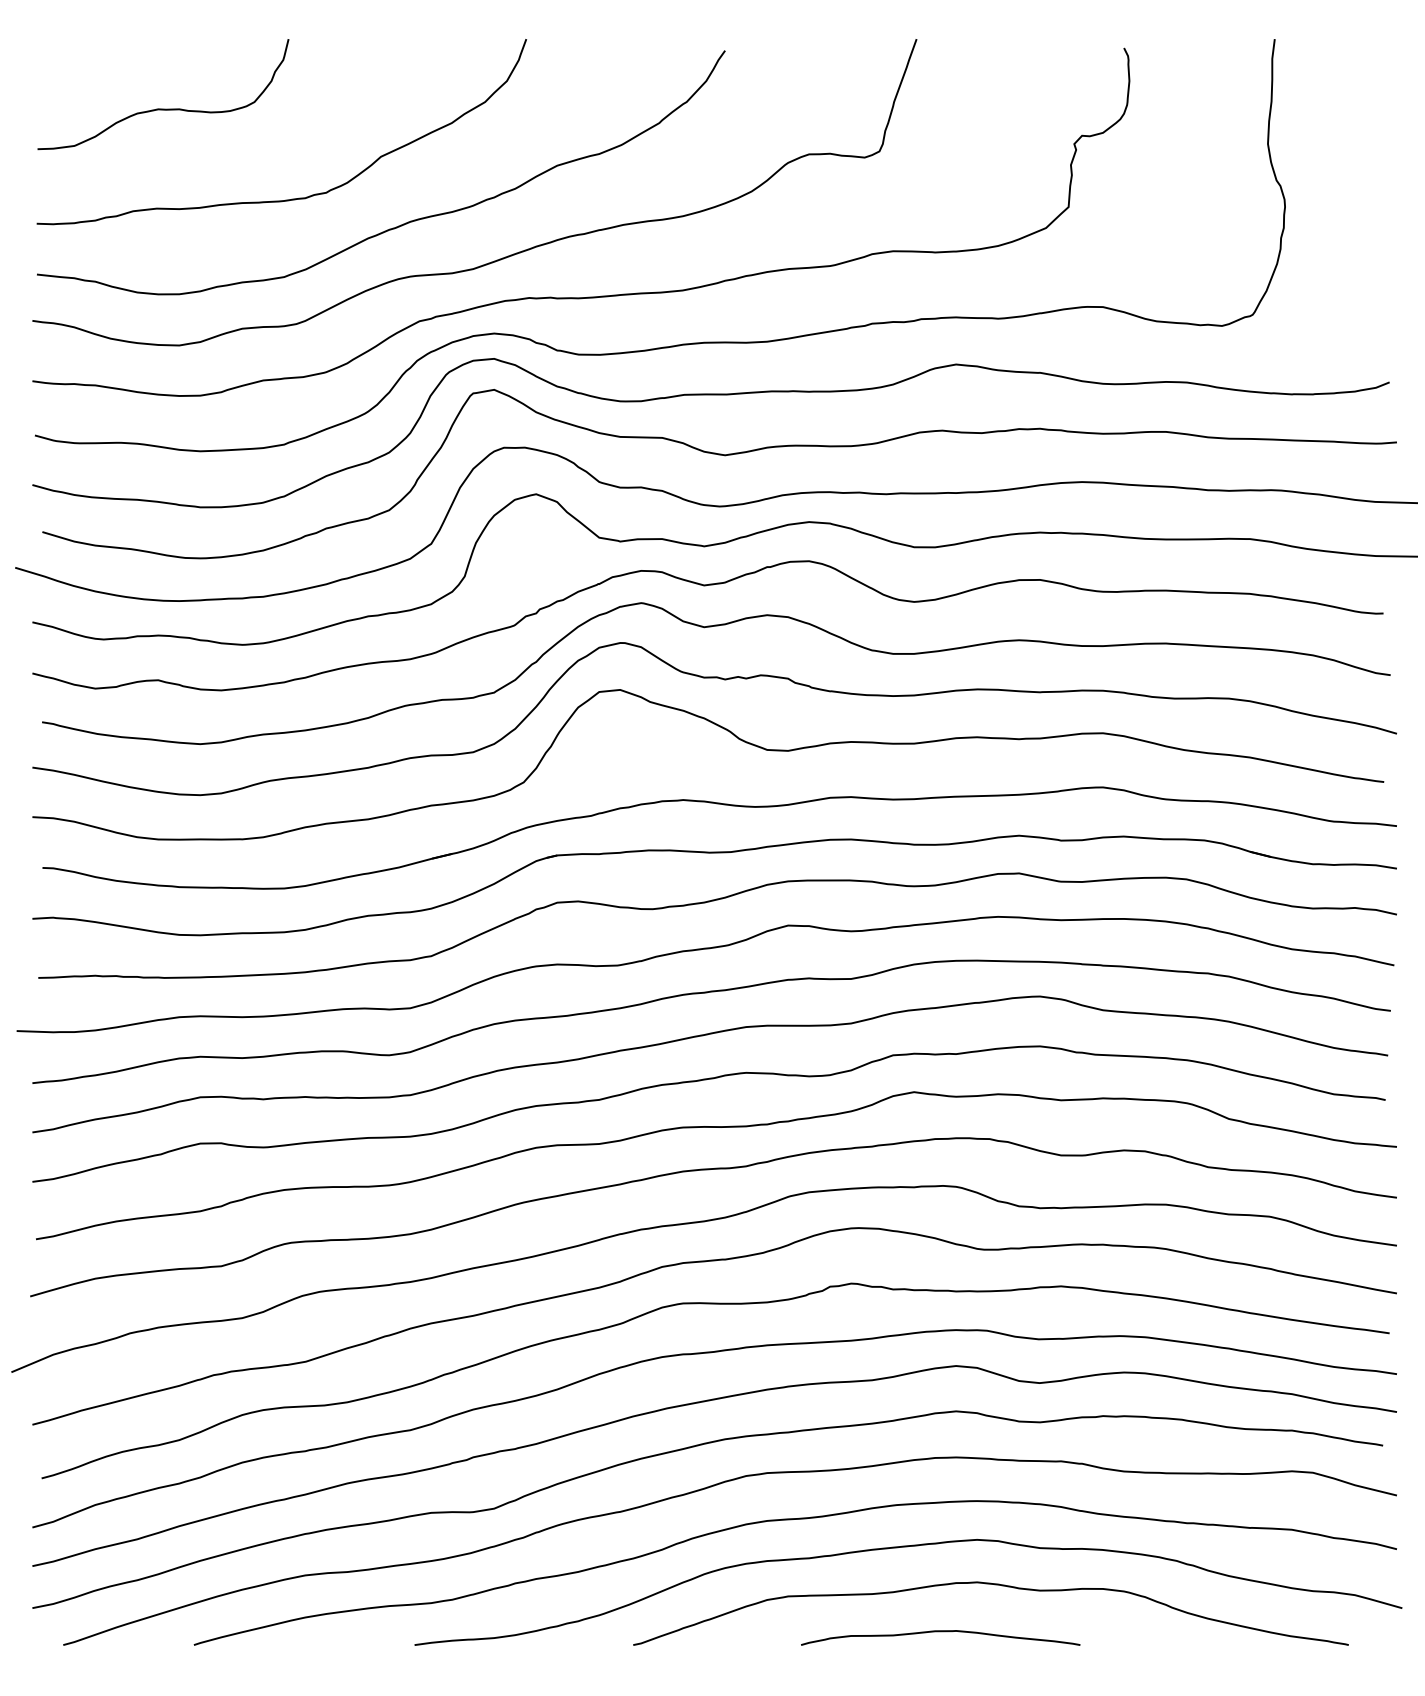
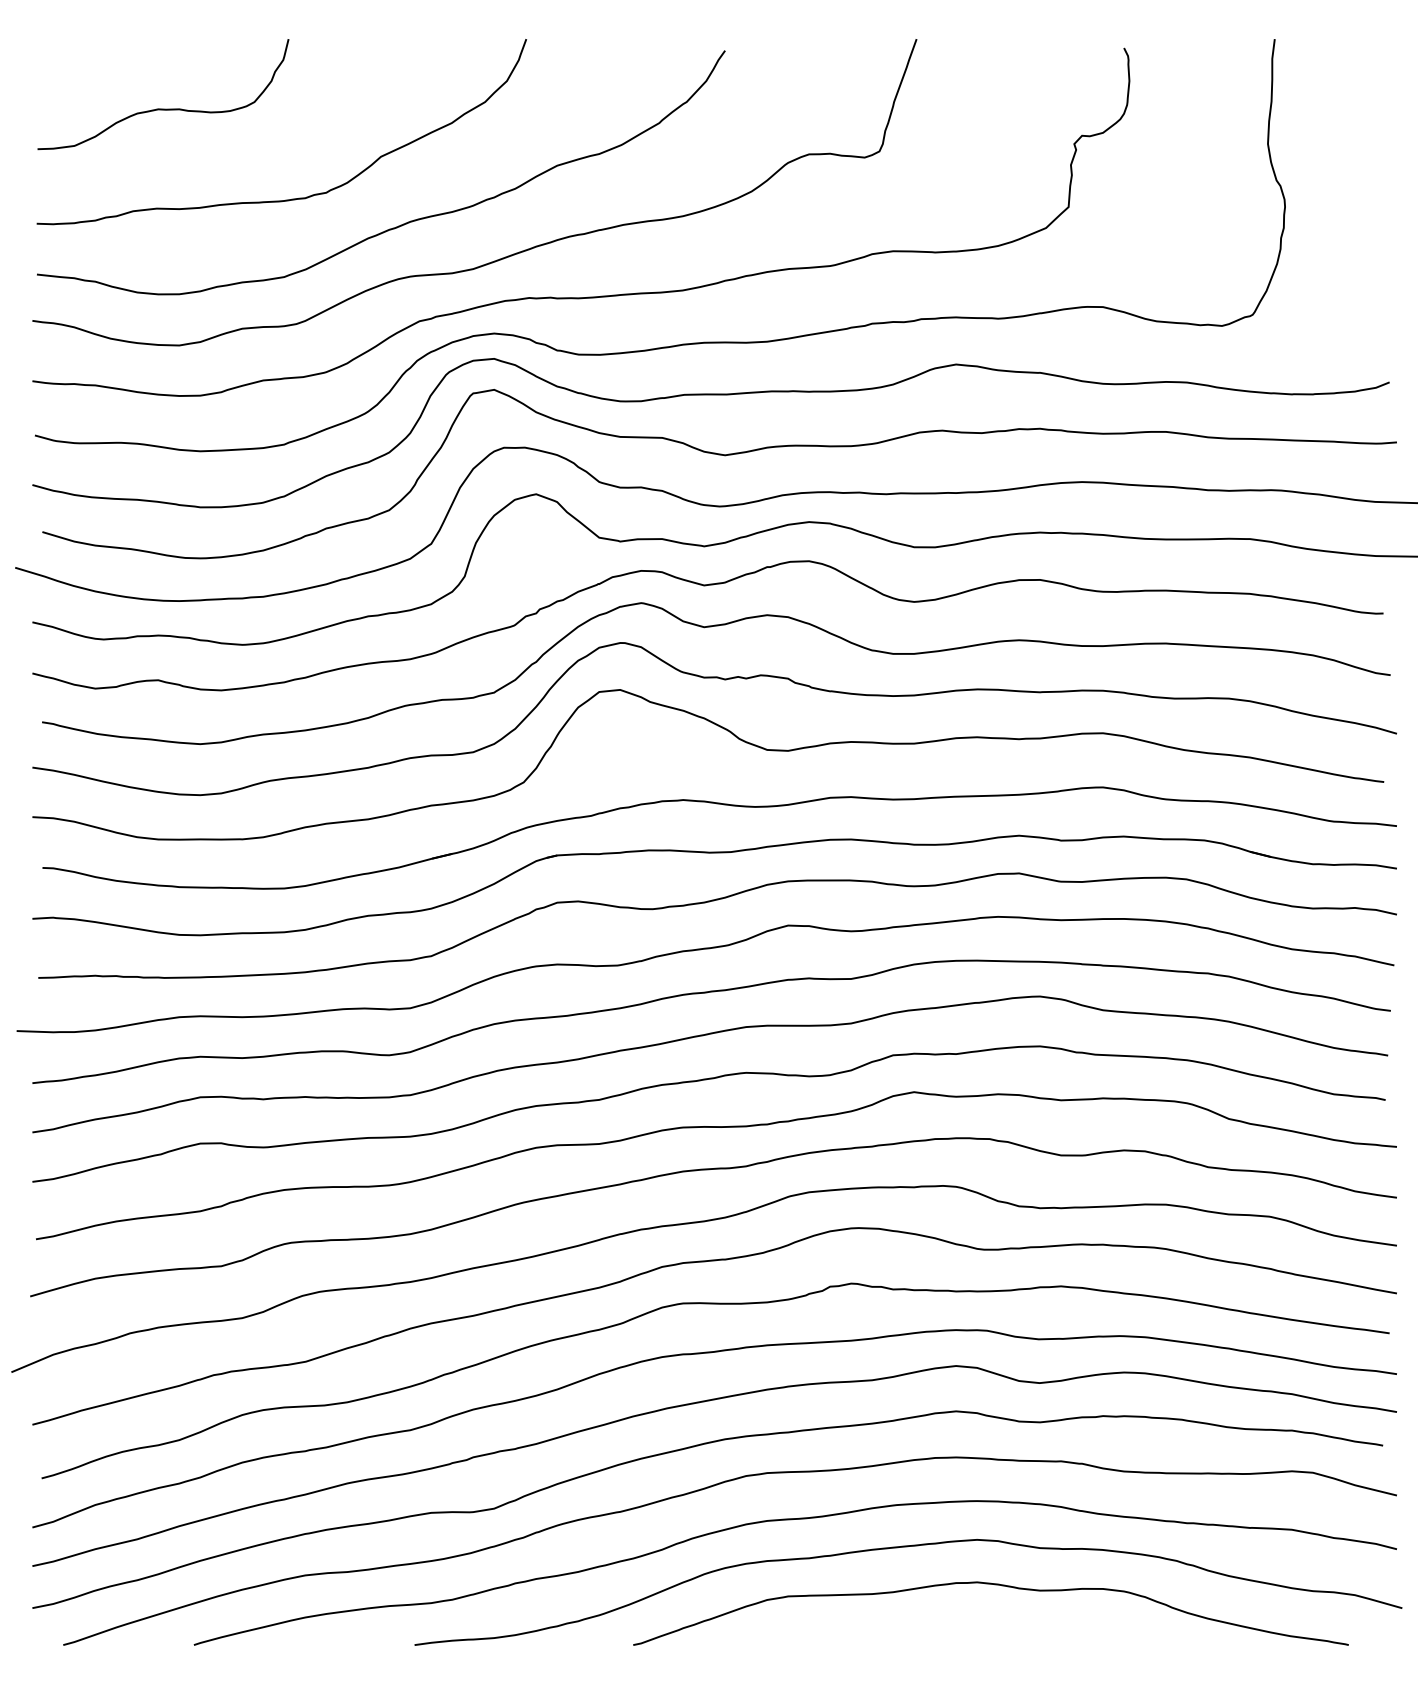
curve at (940, 1632): present -> none
